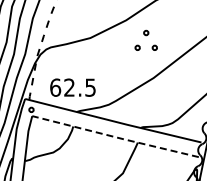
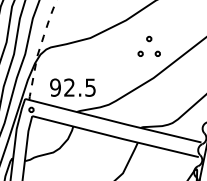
part at (145, 39) position: (145, 39) -> (148, 45)
text at (55, 87): 62.5 -> 92.5
line at (116, 137): dashed -> solid
